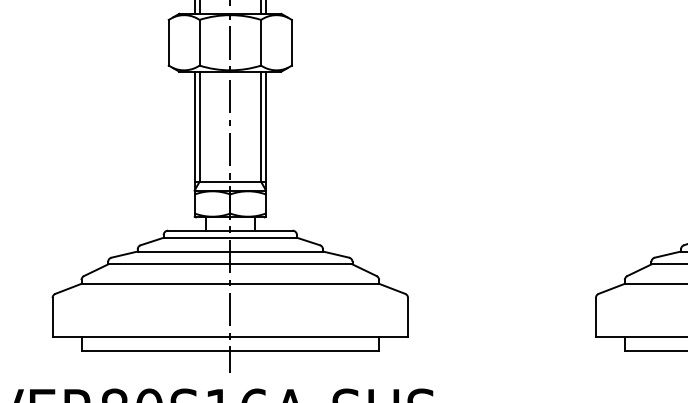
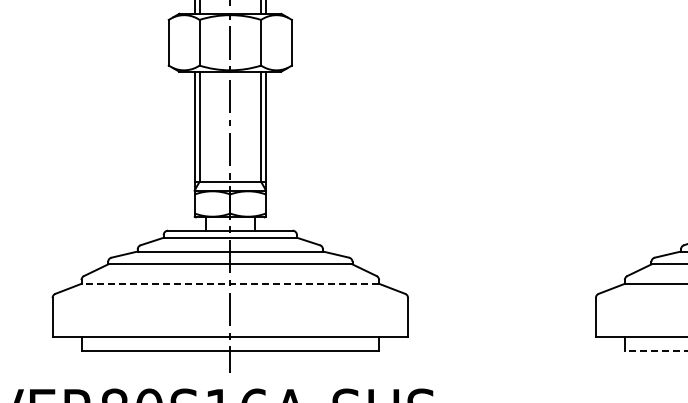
line at (230, 283): solid -> dashed
line at (655, 350): solid -> dashed
